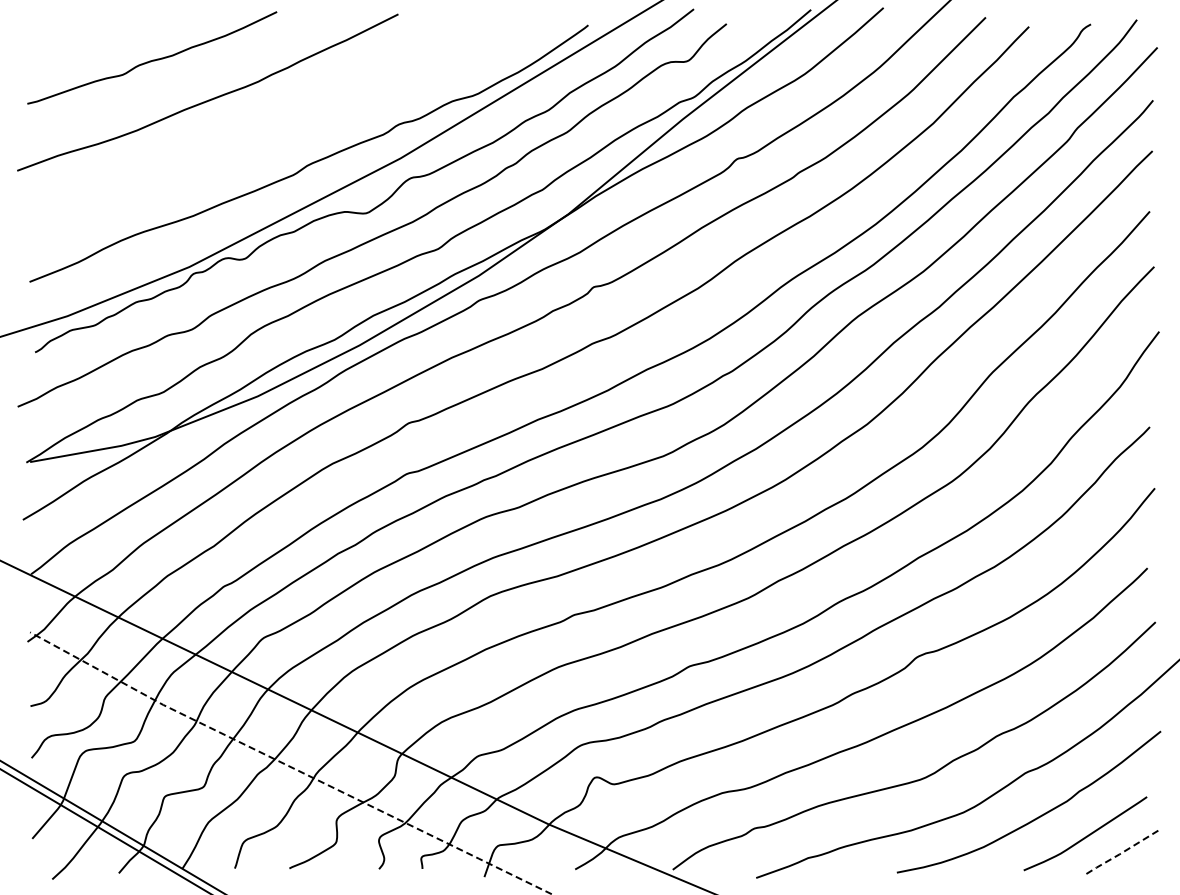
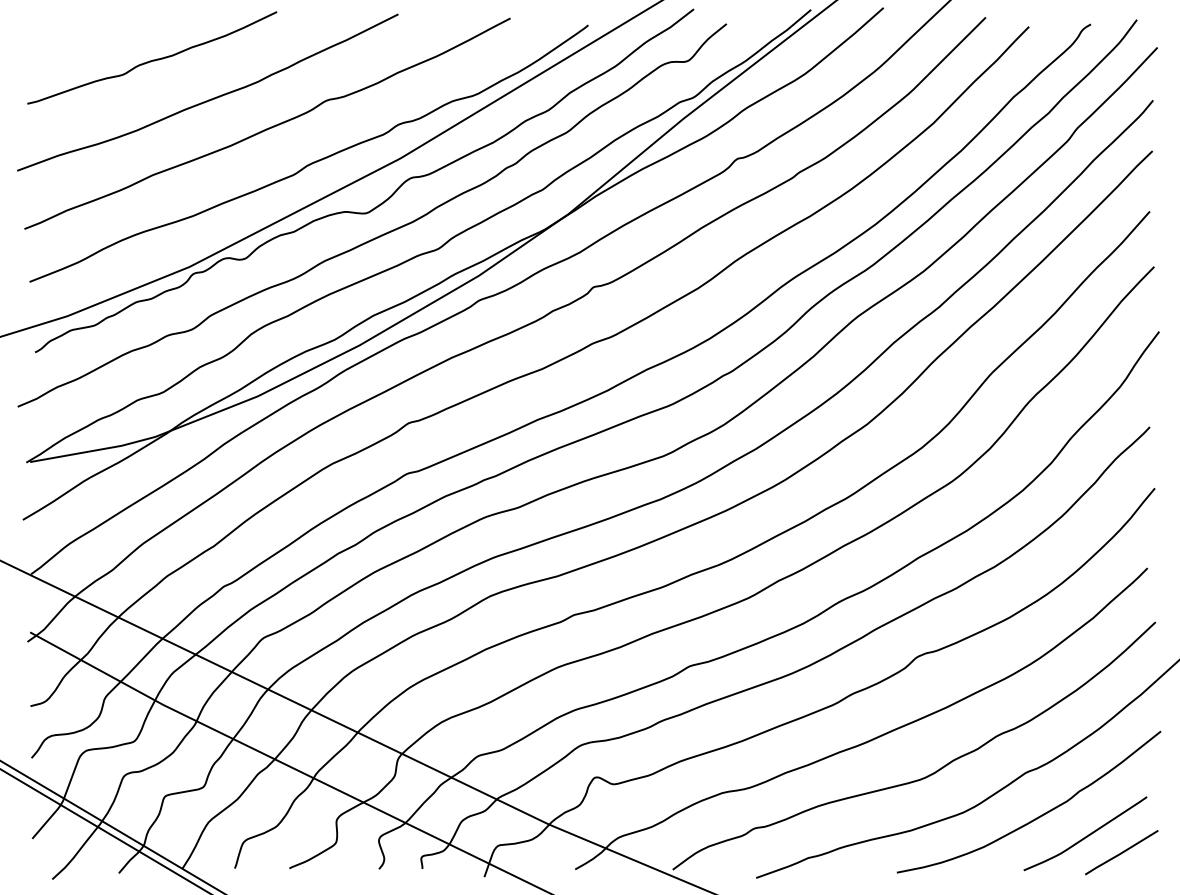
curve at (268, 127): none -> present
line at (289, 766): dashed -> solid
line at (1120, 853): dashed -> solid
